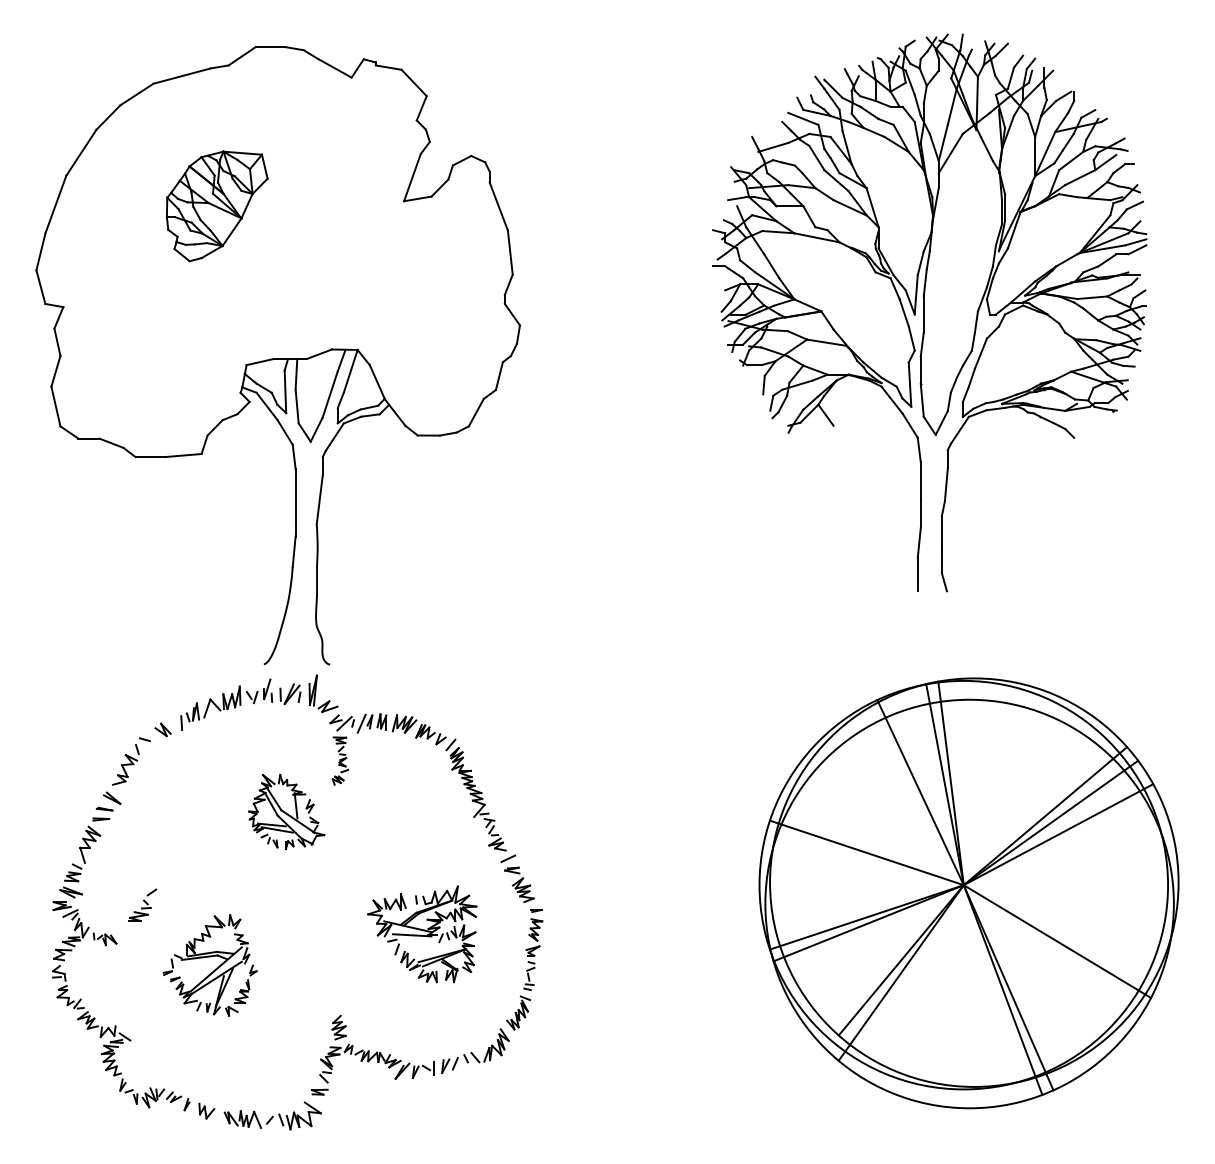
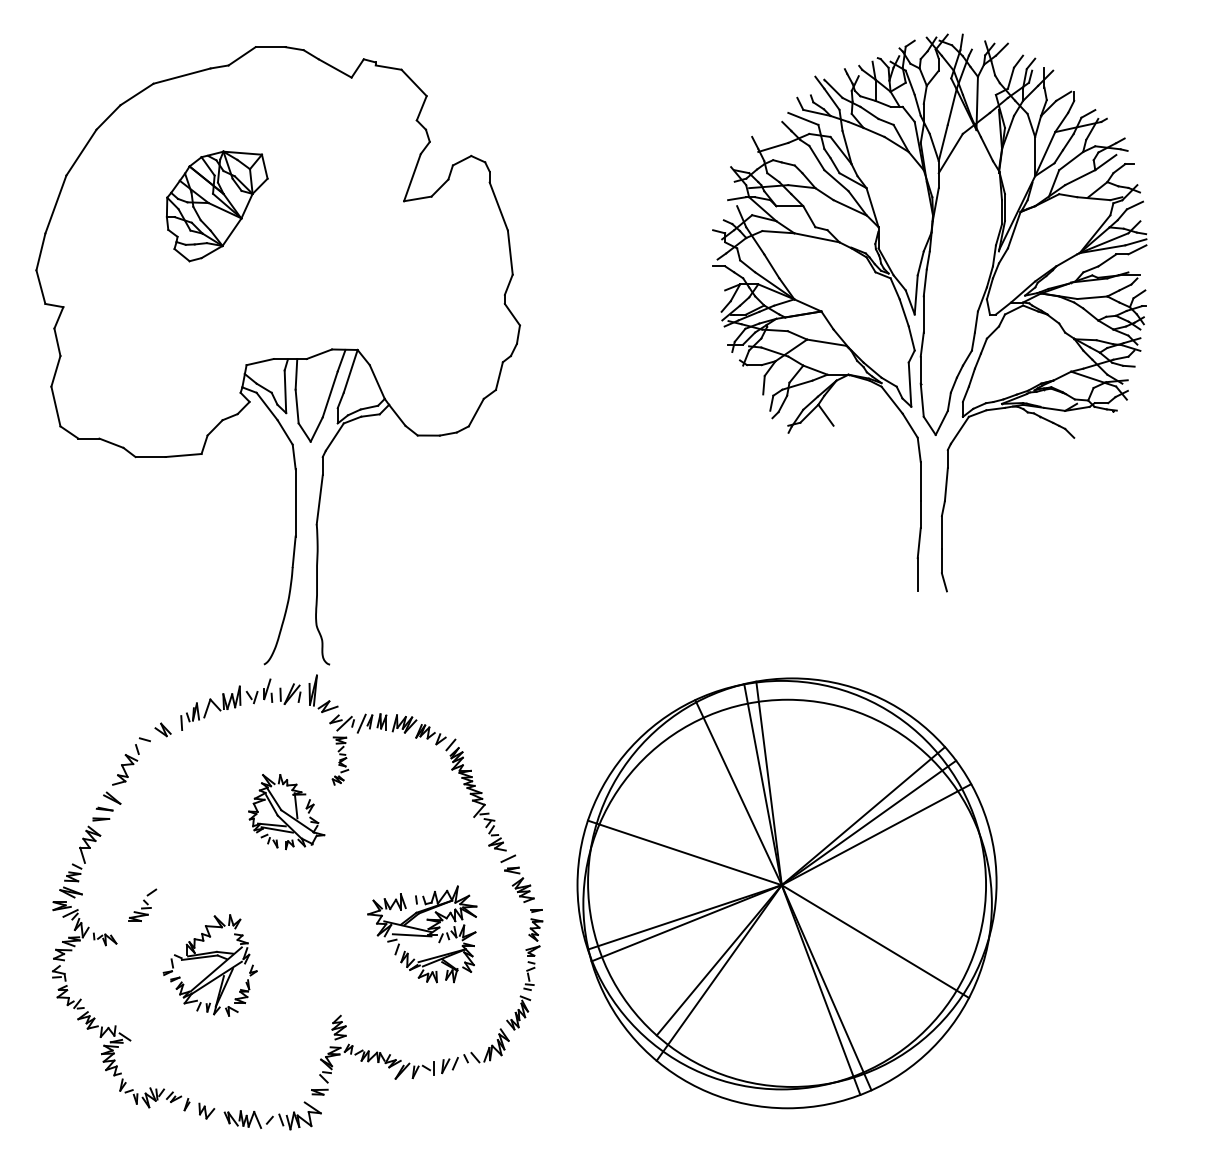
part at (968, 893) position: (968, 893) -> (786, 893)
